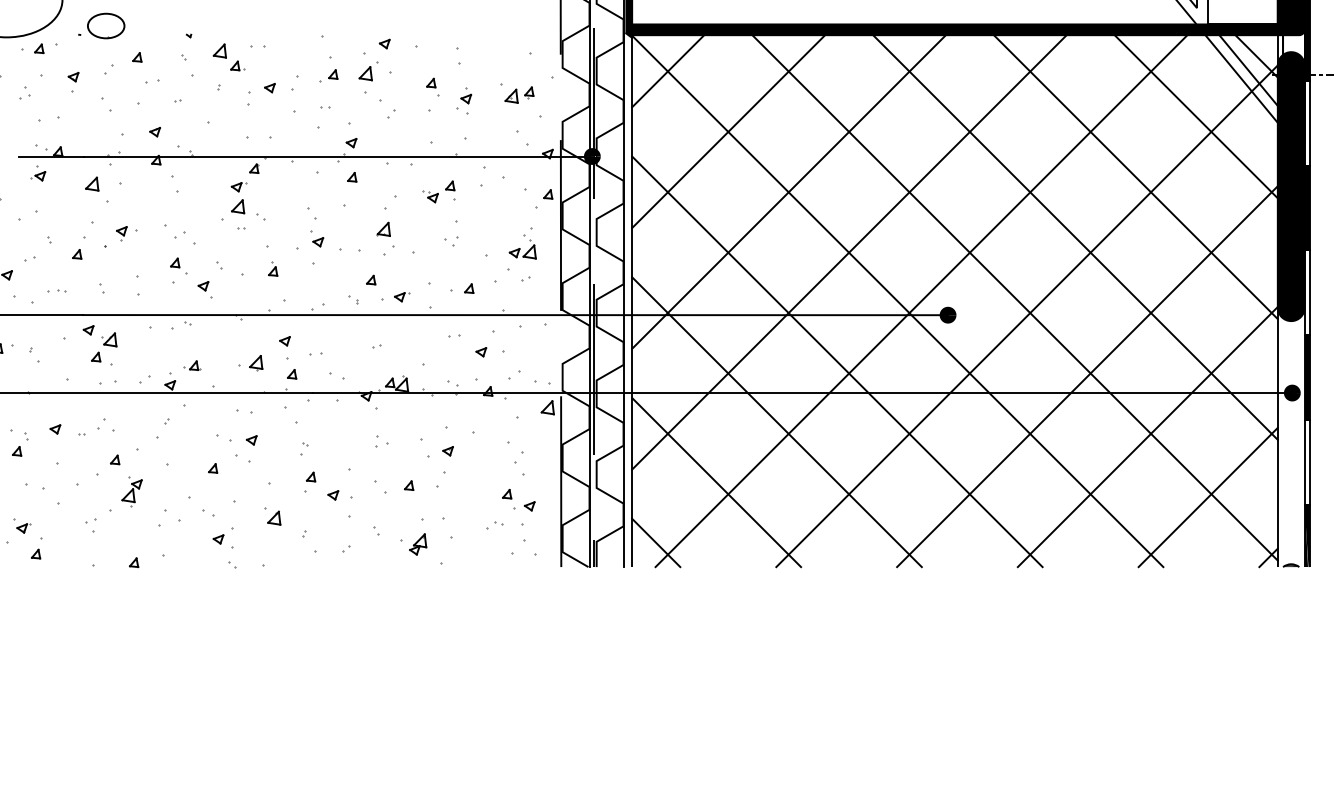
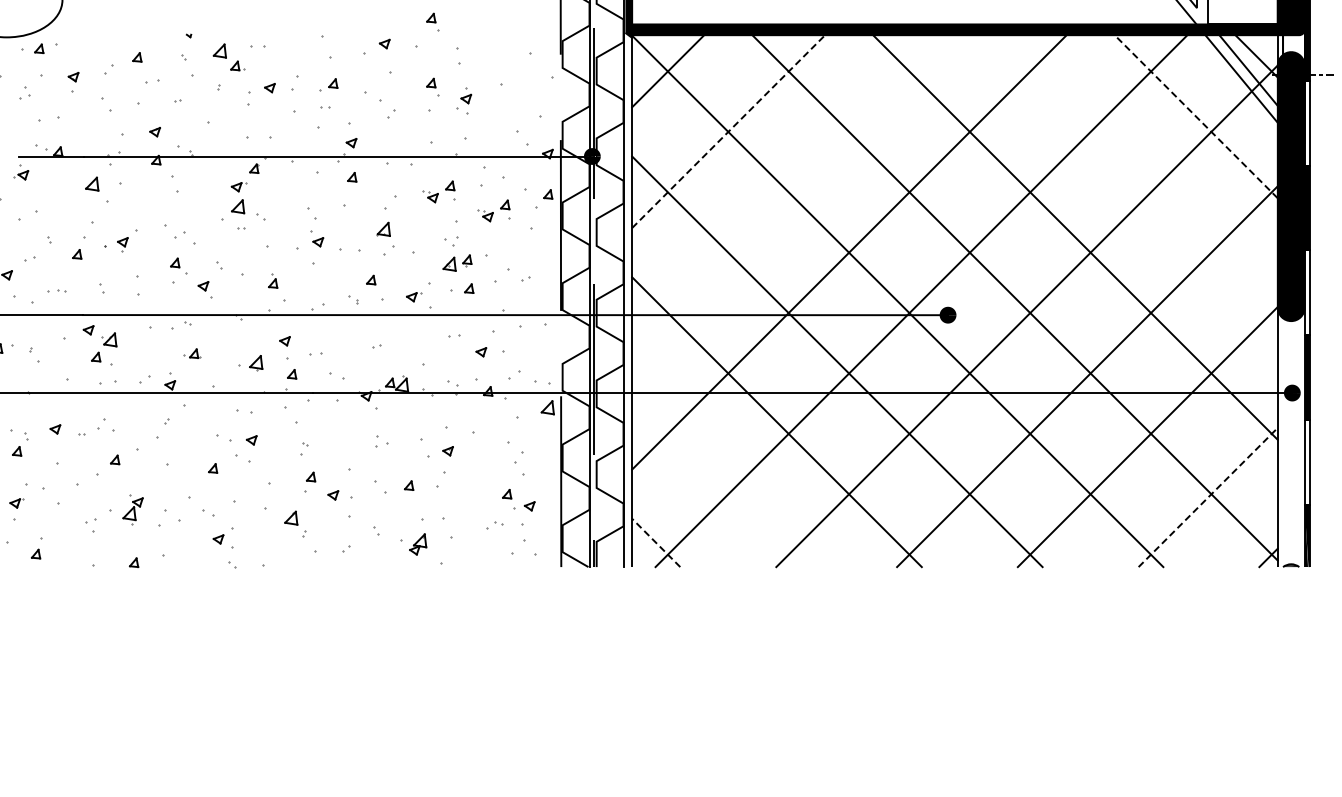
part at (432, 21): none -> present
part at (101, 25): present -> none
part at (368, 71): present -> none
part at (328, 75) position: (328, 75) -> (328, 84)
part at (519, 94) position: (519, 94) -> (457, 262)
line at (1196, 116): solid -> dashed
line at (728, 131): solid -> dashed
part at (38, 173) position: (38, 173) -> (21, 172)
line at (1135, 176): present -> none
line at (788, 191): present -> none
part at (493, 210): none -> present
part at (121, 233) position: (121, 233) -> (122, 244)
part at (522, 246): present -> none
part at (273, 268) position: (273, 268) -> (273, 280)
part at (402, 297) position: (402, 297) -> (414, 297)
part at (192, 365) position: (192, 365) -> (192, 353)
line at (716, 482): present -> none
part at (131, 491) position: (131, 491) -> (132, 509)
line at (1208, 497): solid -> dashed
part at (274, 517) position: (274, 517) -> (291, 517)
part at (23, 528) position: (23, 528) -> (16, 503)
line at (655, 542): solid -> dashed
